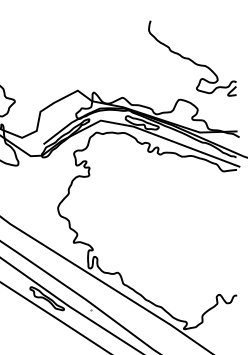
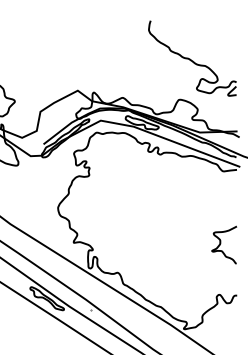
curve at (221, 243): none -> present
